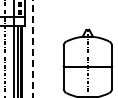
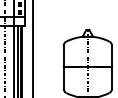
line at (32, 48): dashed -> solid
